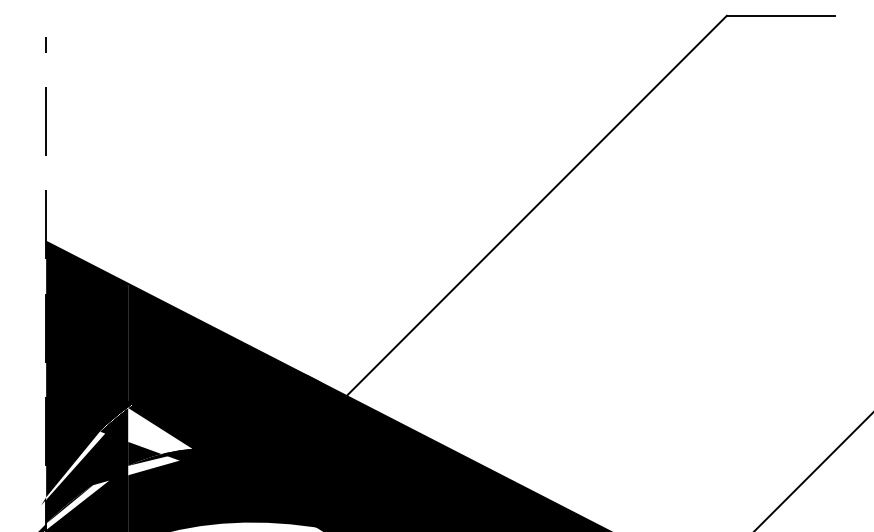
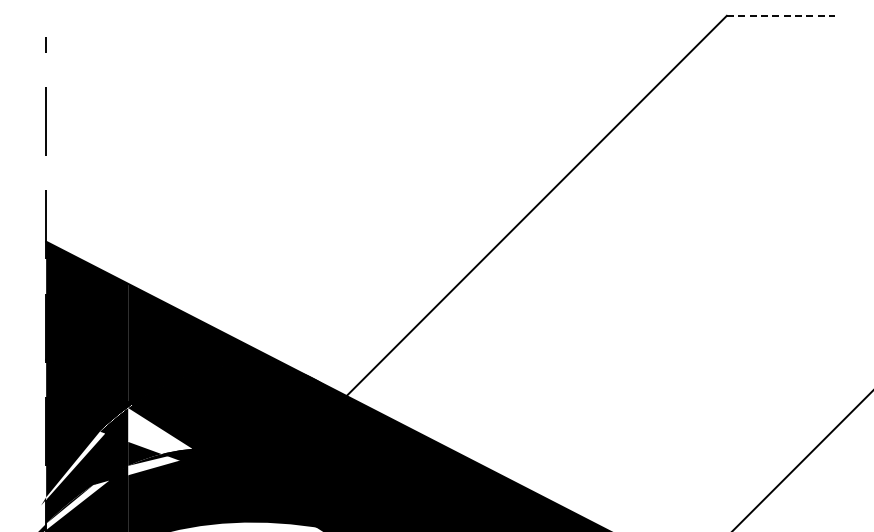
line at (781, 15): solid -> dashed
line at (813, 471) position: (813, 471) -> (802, 460)
